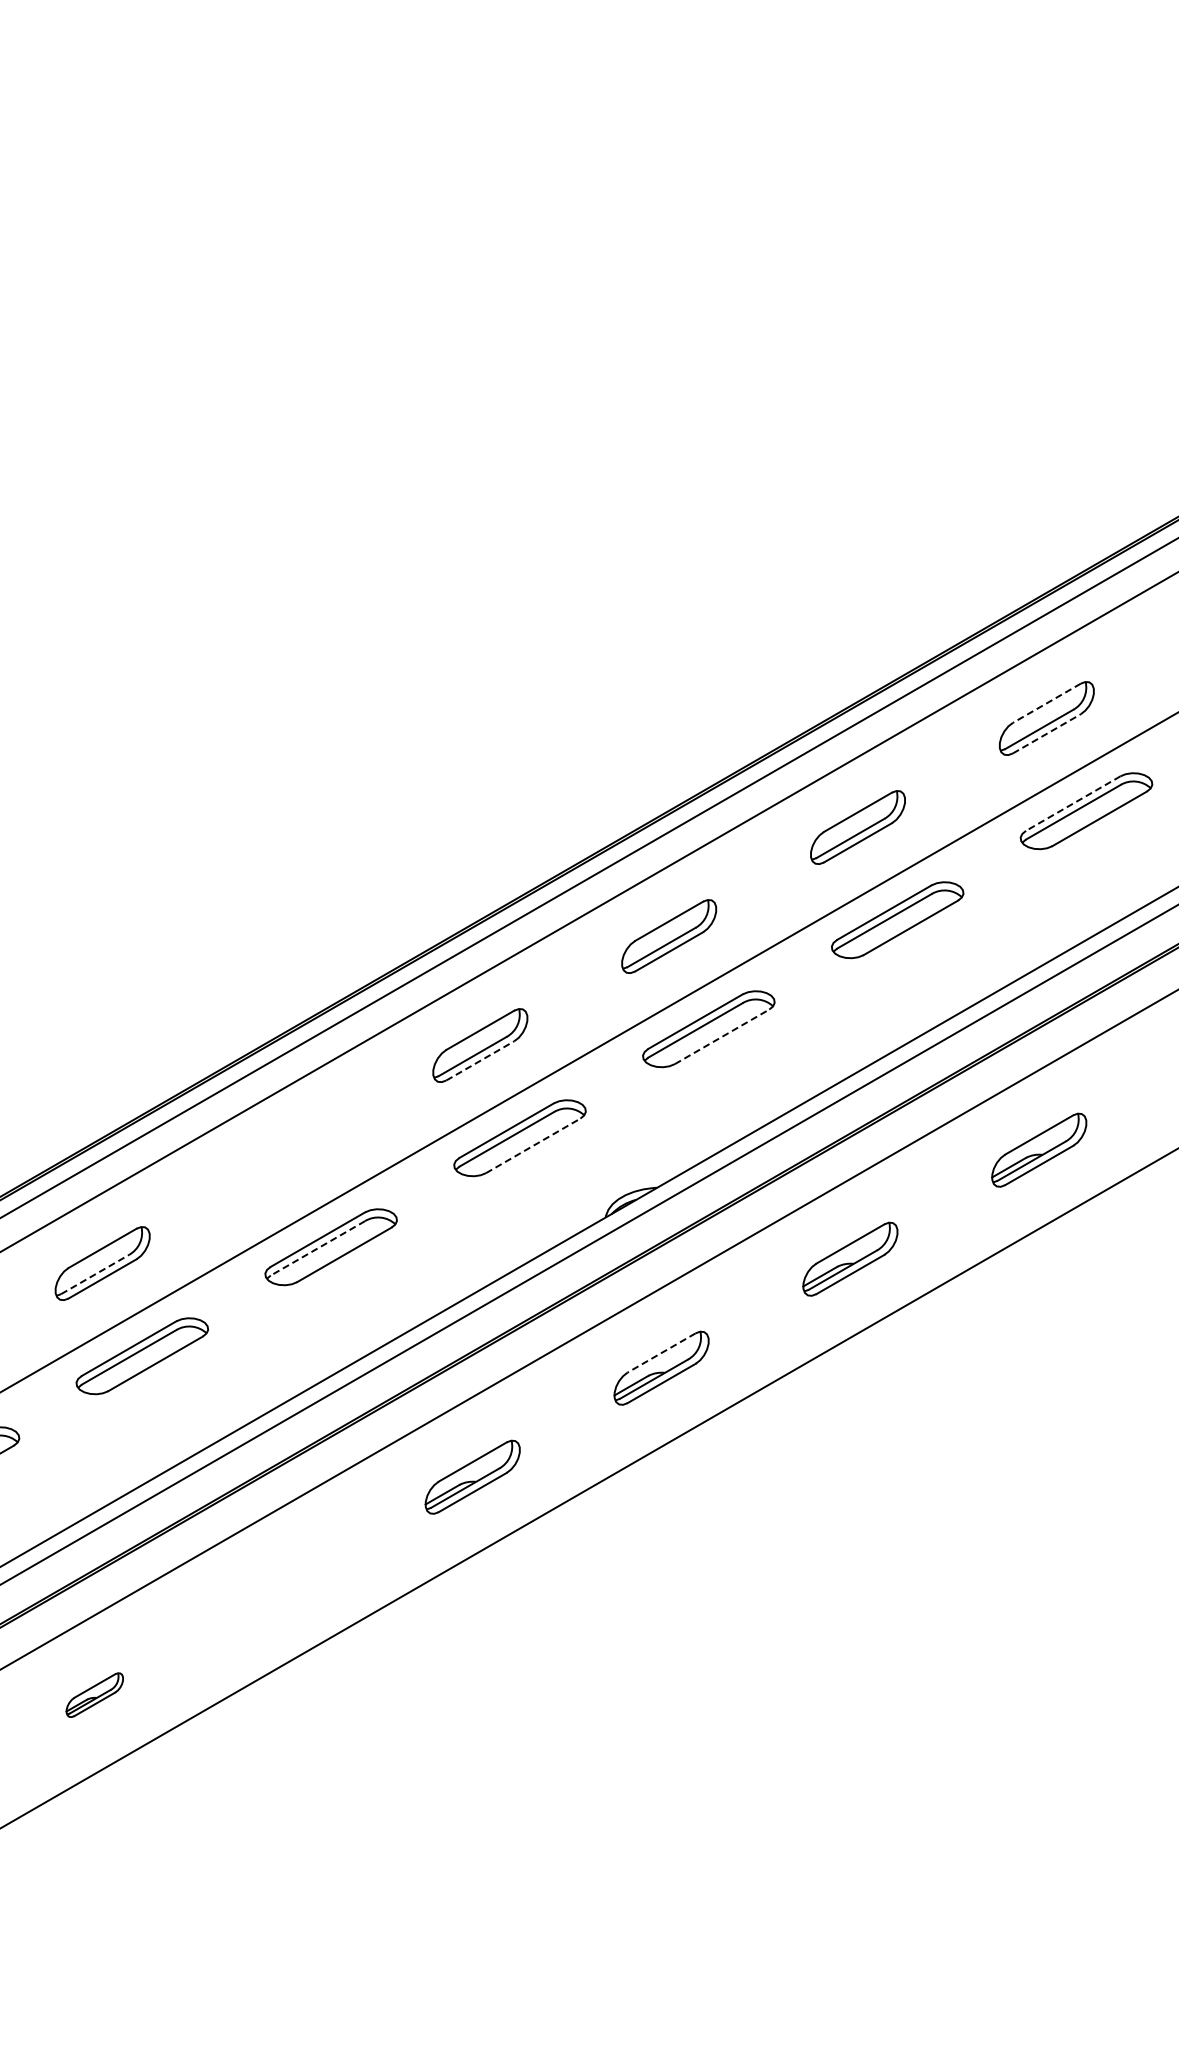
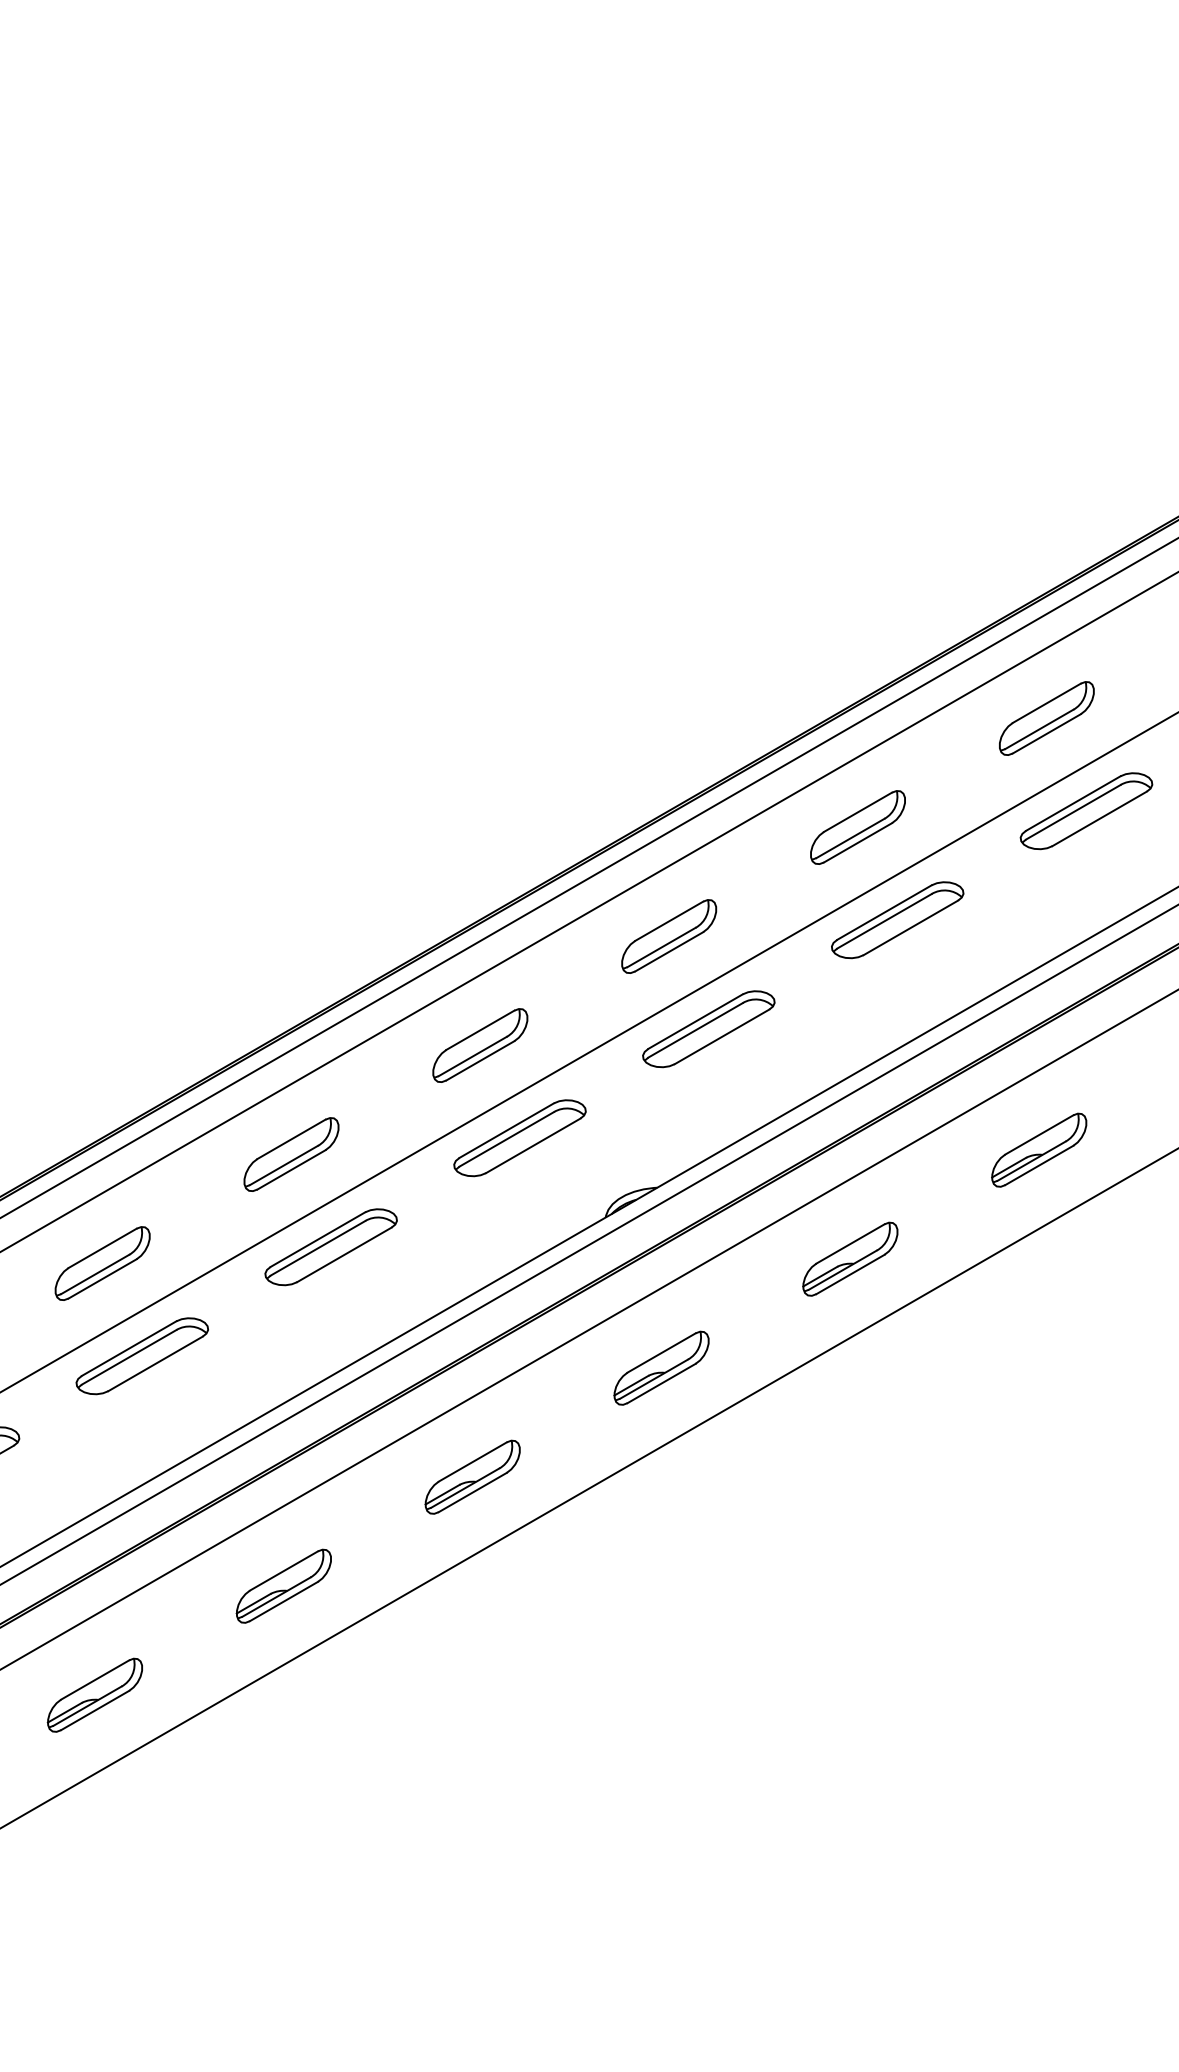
line at (1046, 703): dashed -> solid
line at (1047, 733): dashed -> solid
line at (1073, 803): dashed -> solid
line at (722, 1036): dashed -> solid
line at (480, 1060): dashed -> solid
line at (533, 1145): dashed -> solid
part at (291, 1154): none -> present
line at (317, 1248): dashed -> solid
line at (95, 1274): dashed -> solid
line at (661, 1353): dashed -> solid
part at (283, 1585): none -> present
part at (94, 1694) size: 59x46 px -> 97x76 px
